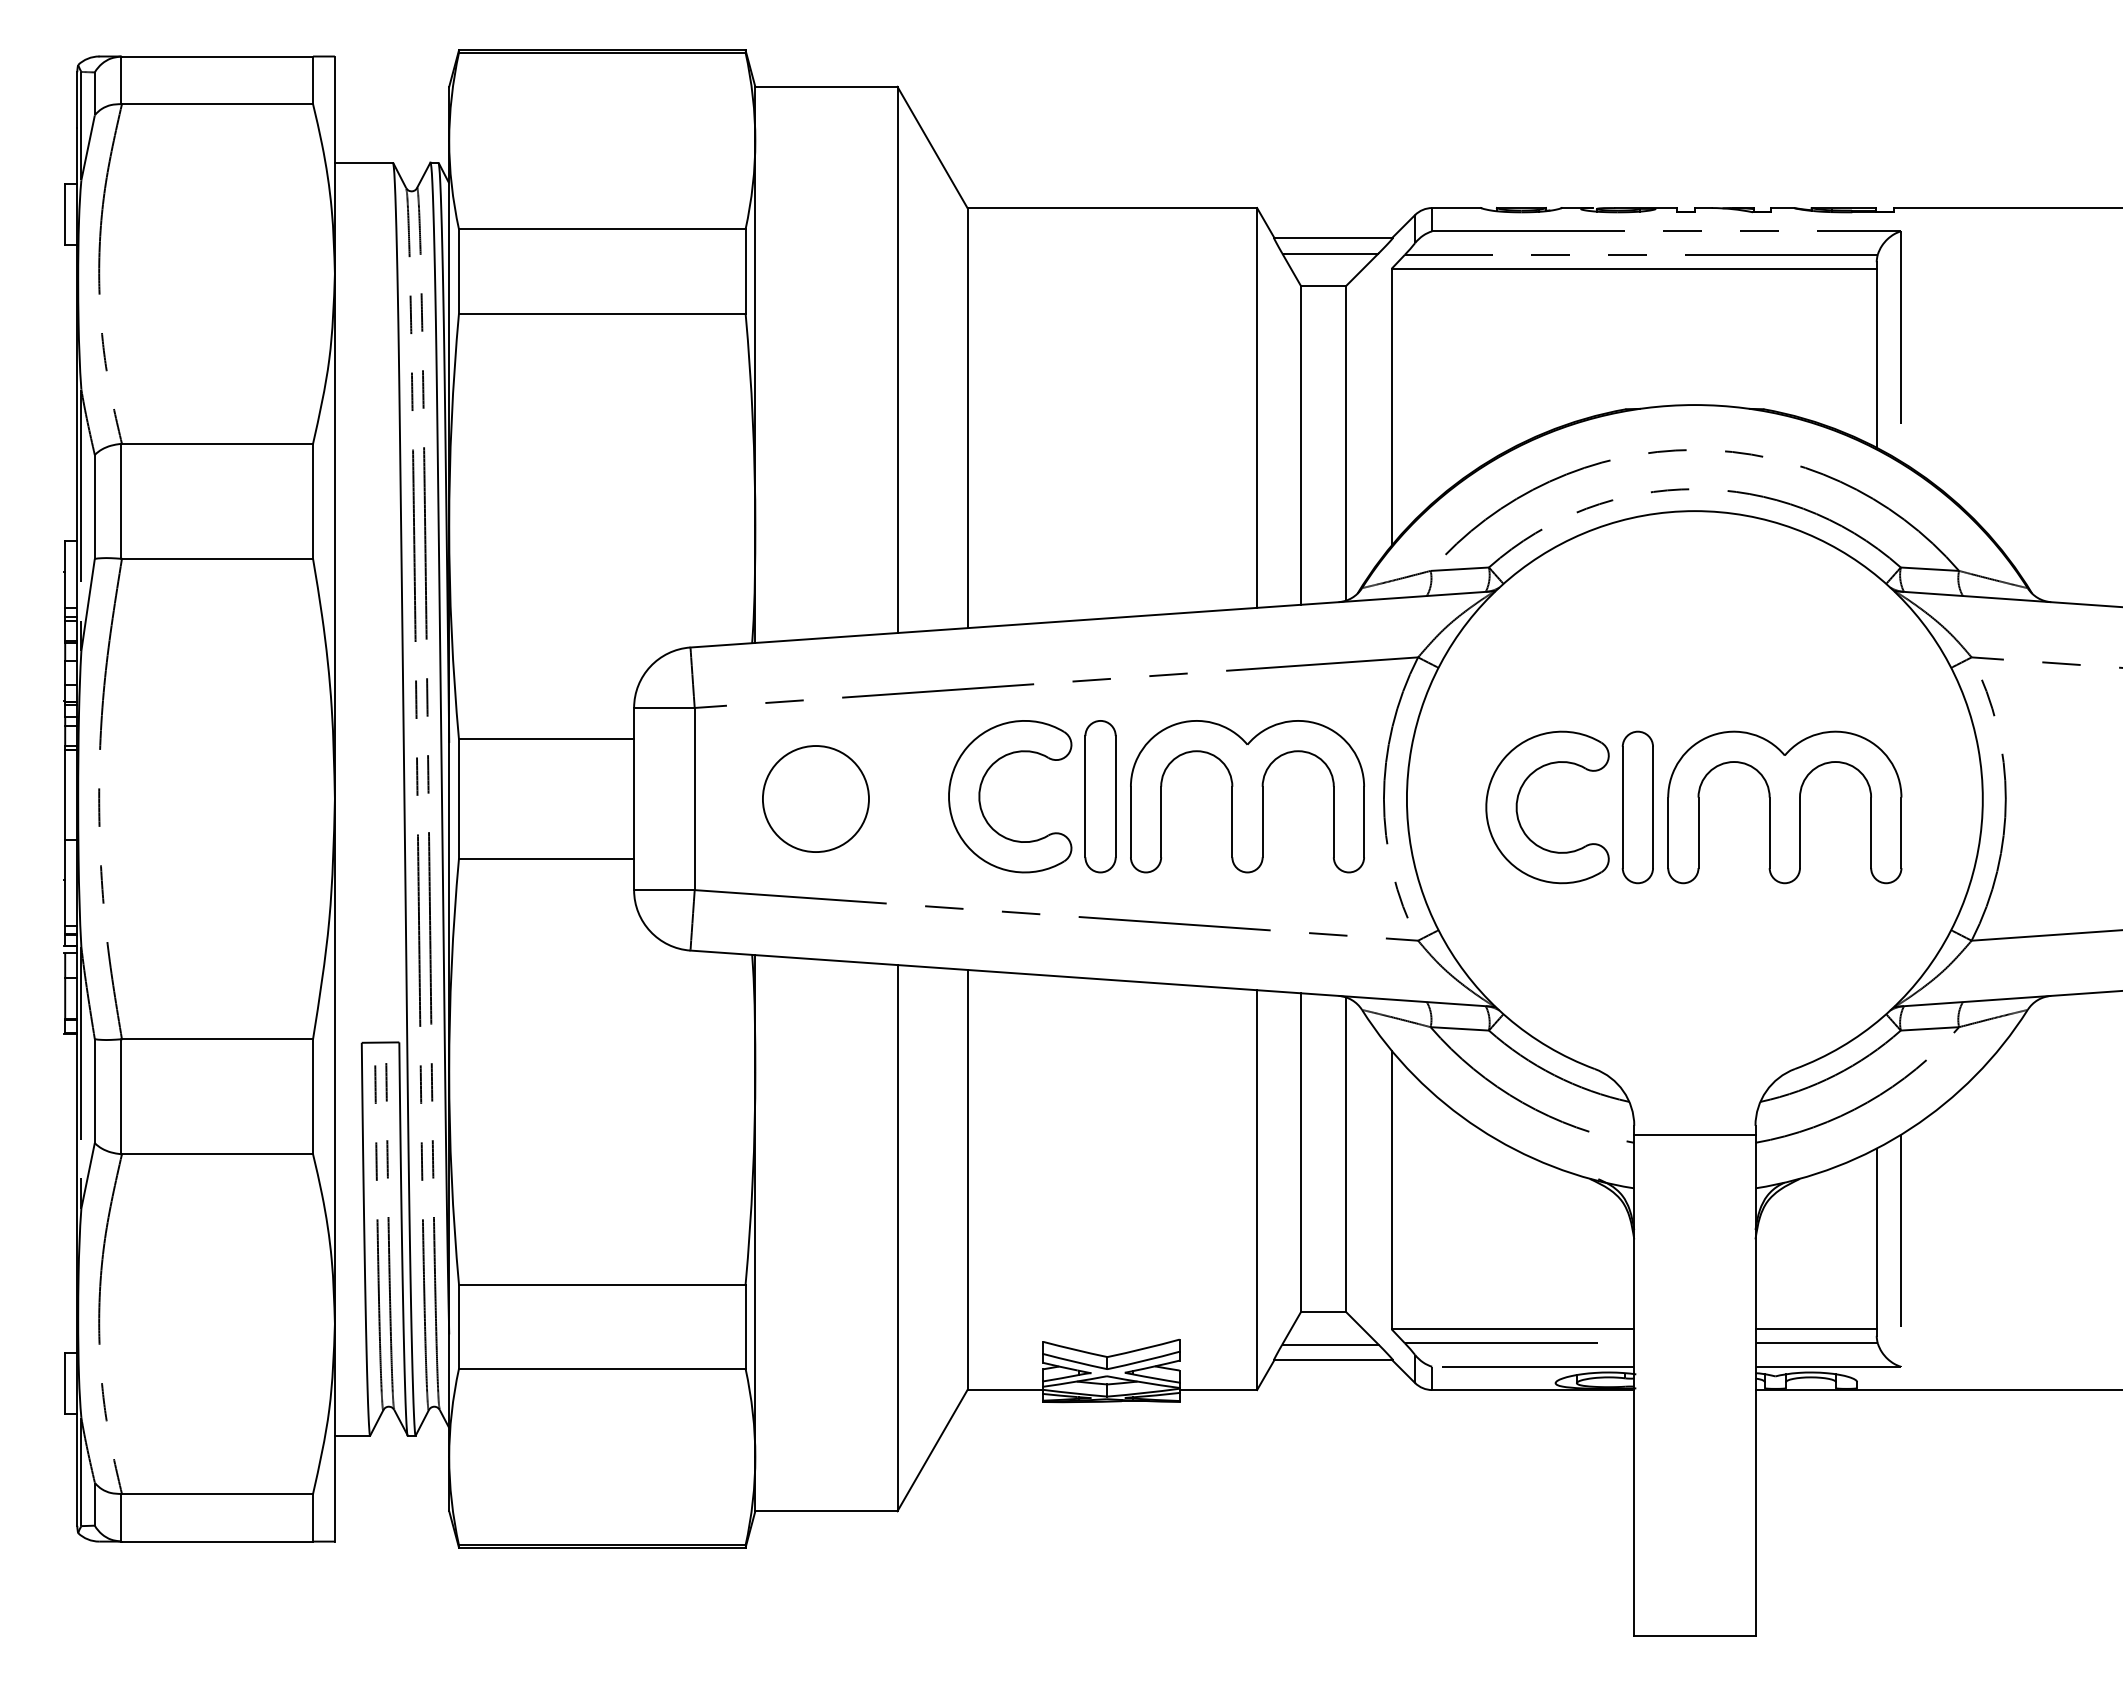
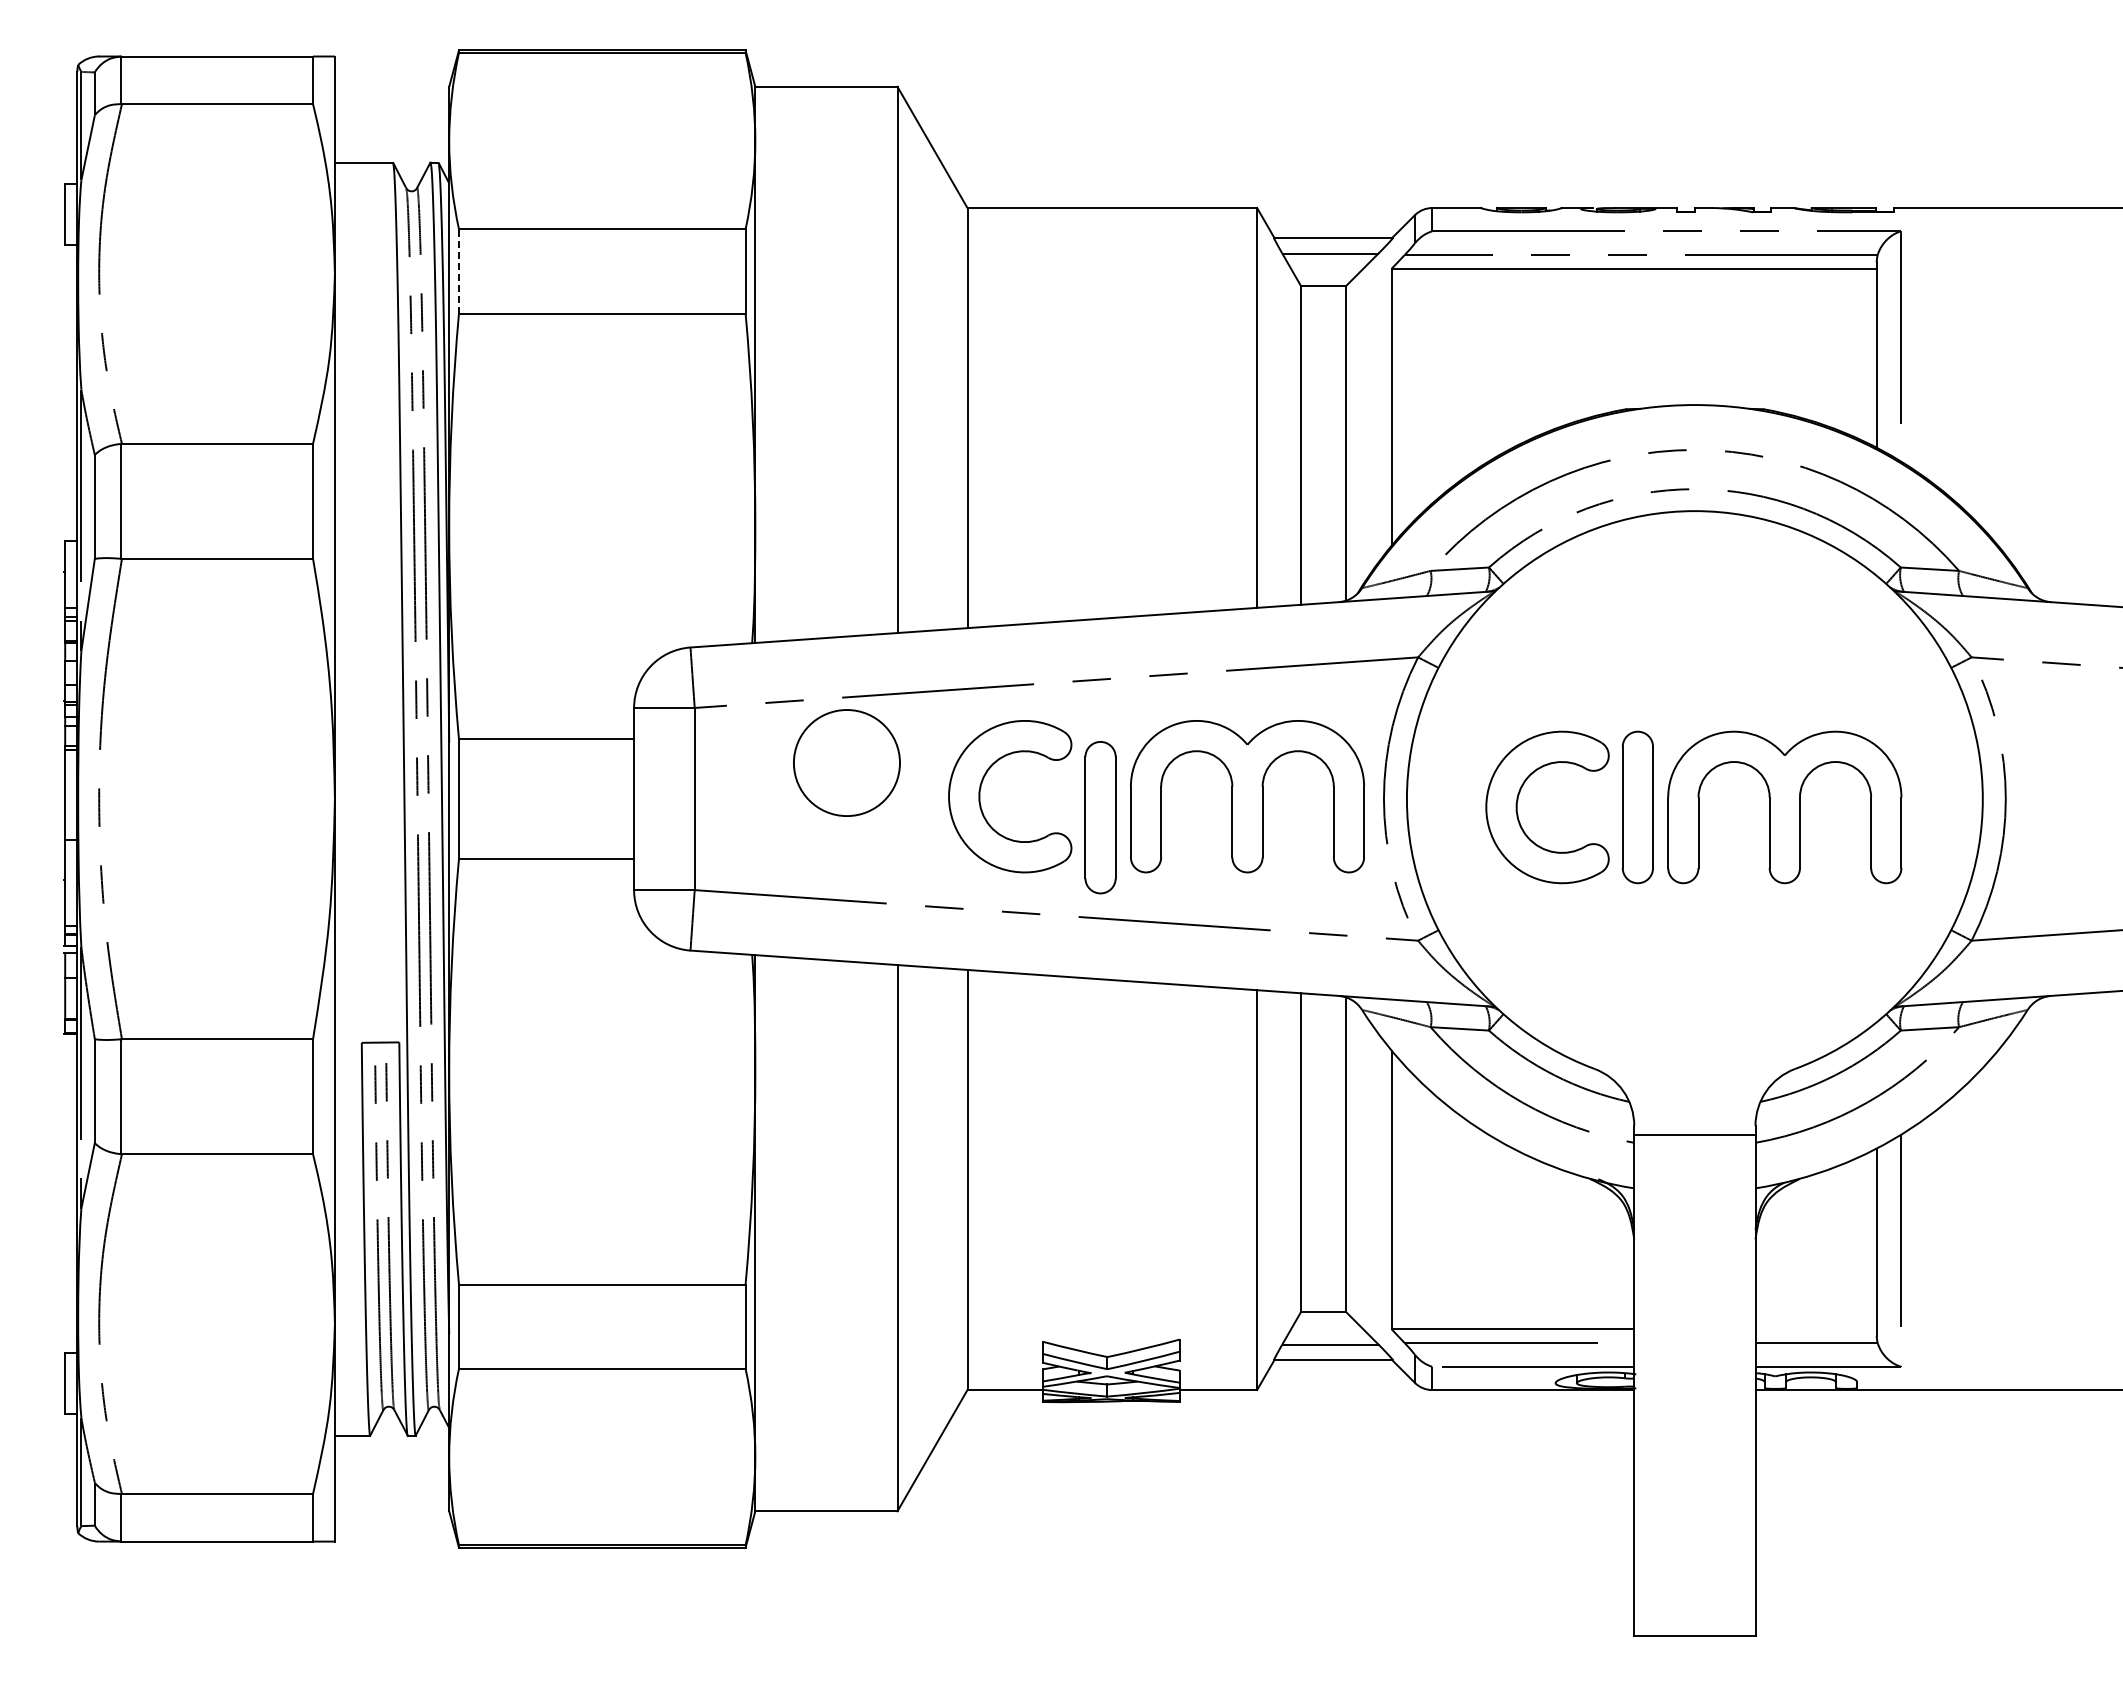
line at (458, 270): solid -> dashed
part at (1100, 796) position: (1100, 796) -> (1100, 817)
circle at (815, 798) position: (815, 798) -> (846, 762)
line at (1815, 1329): present -> none
